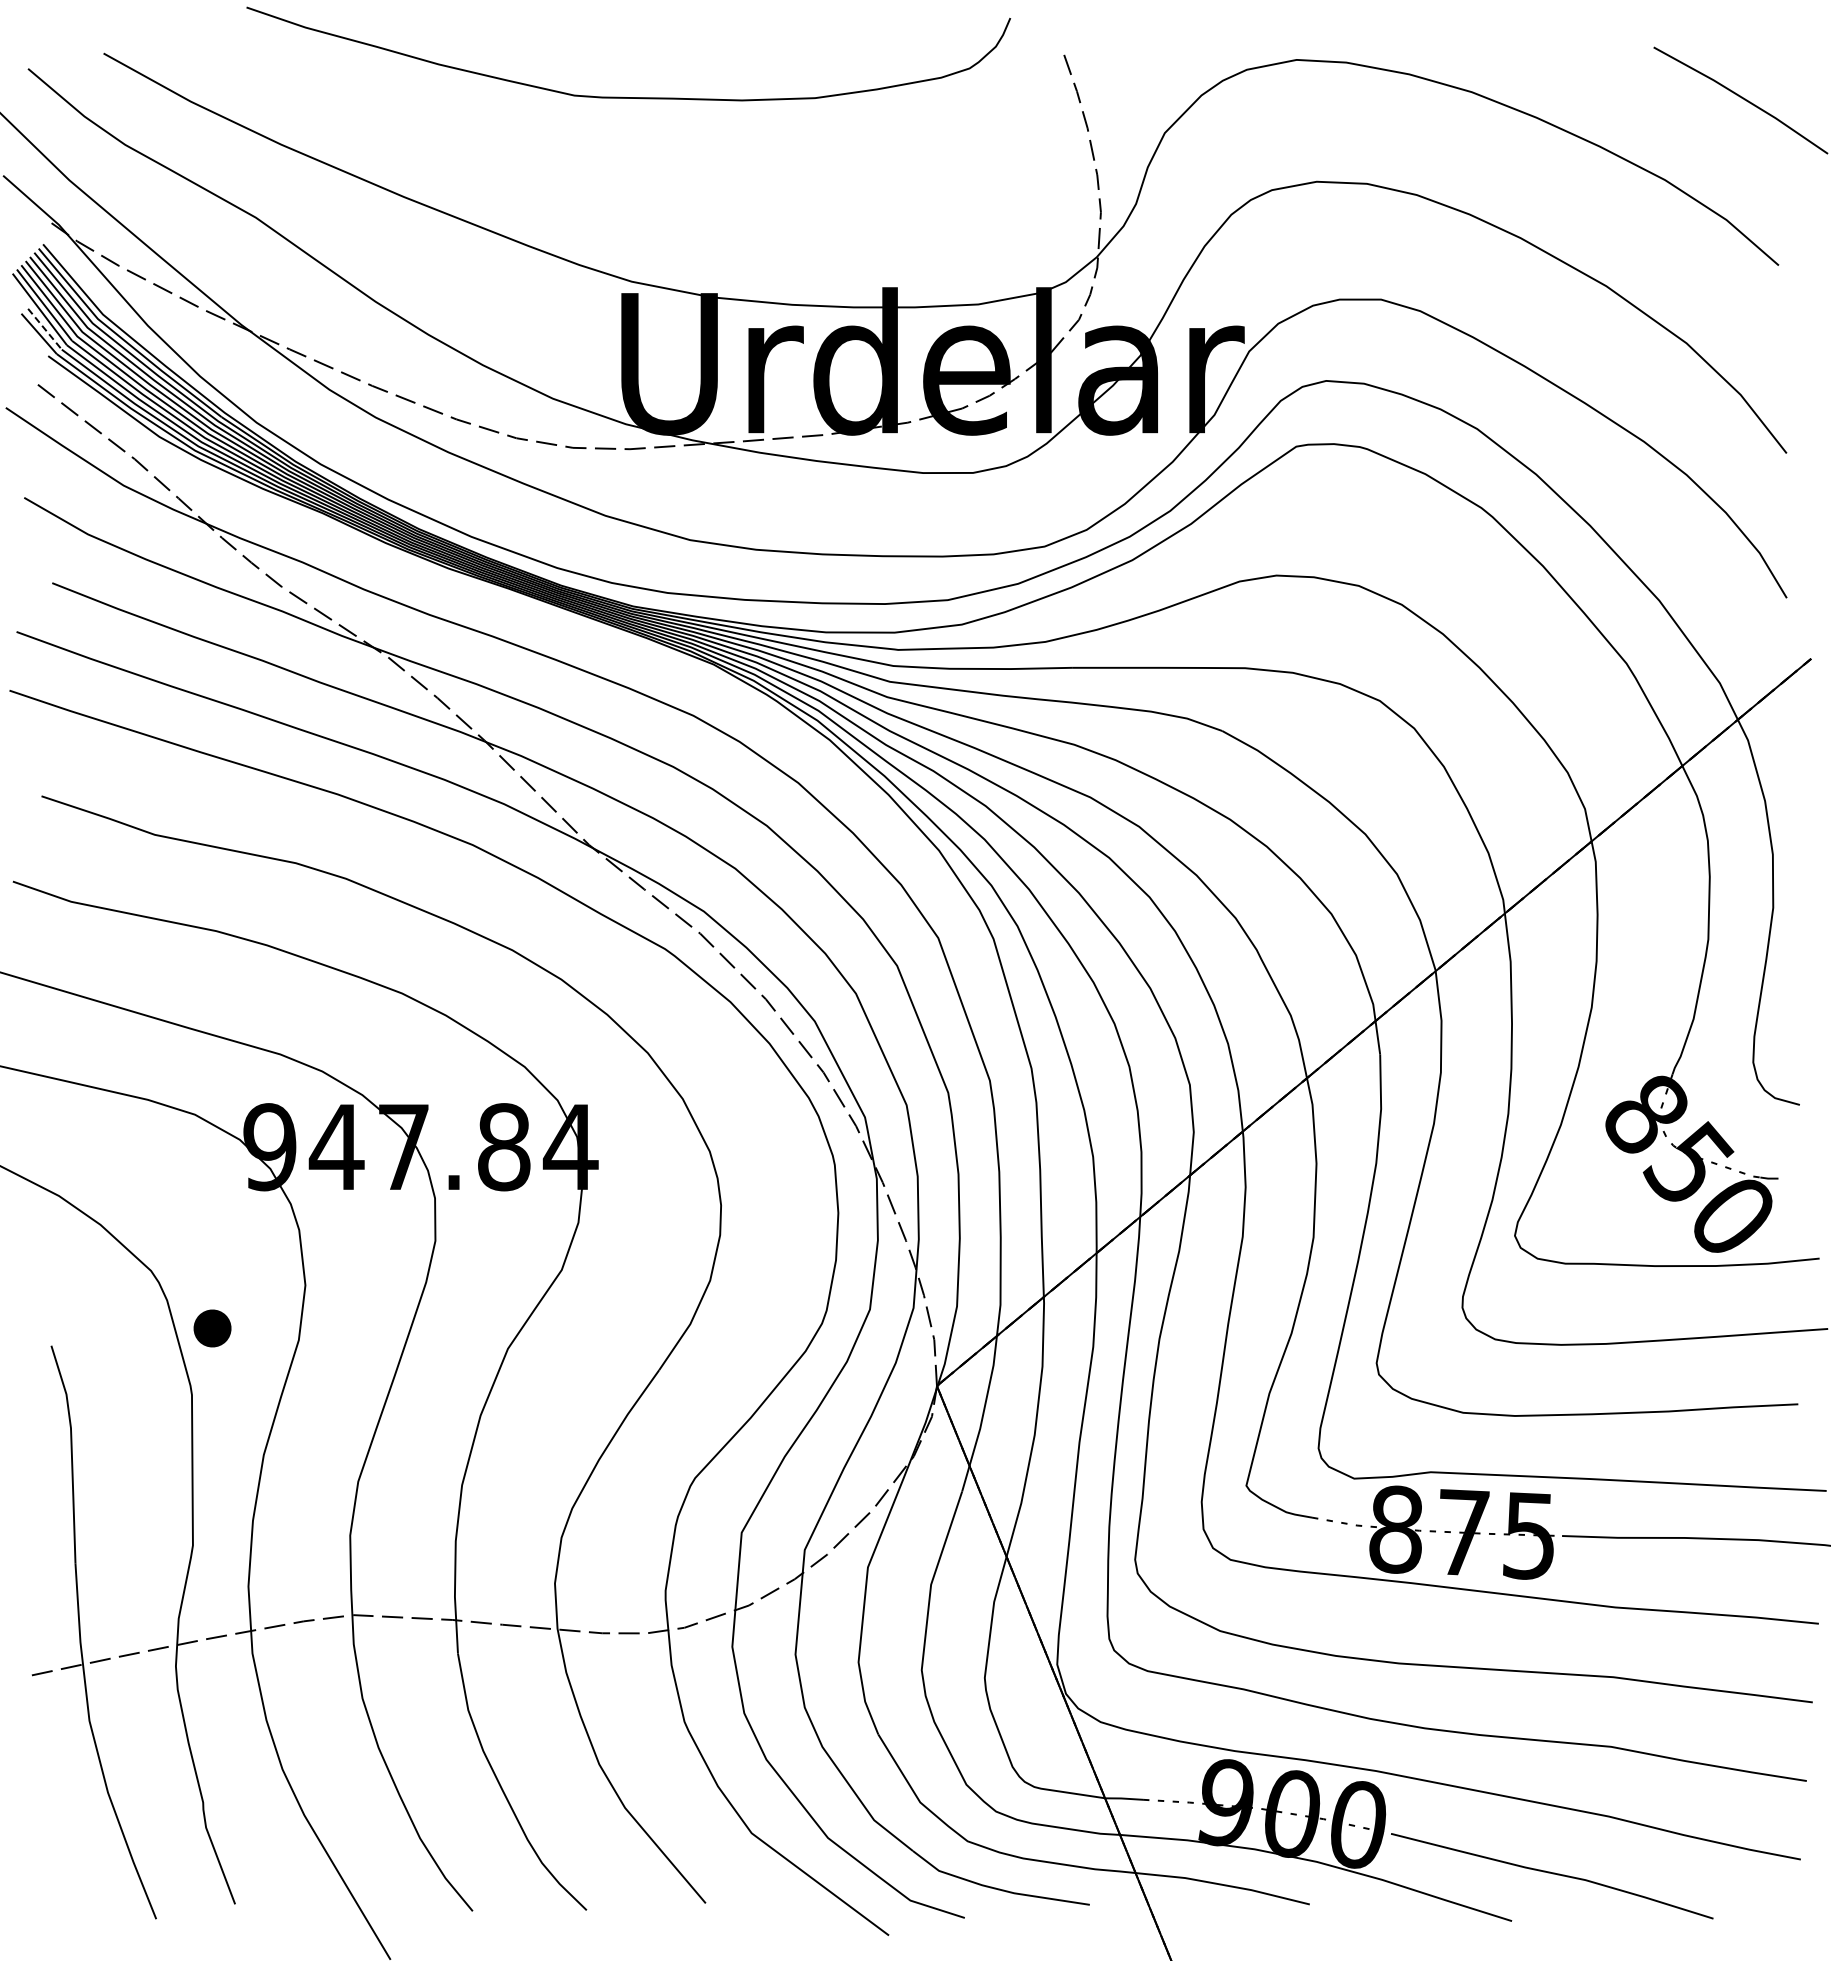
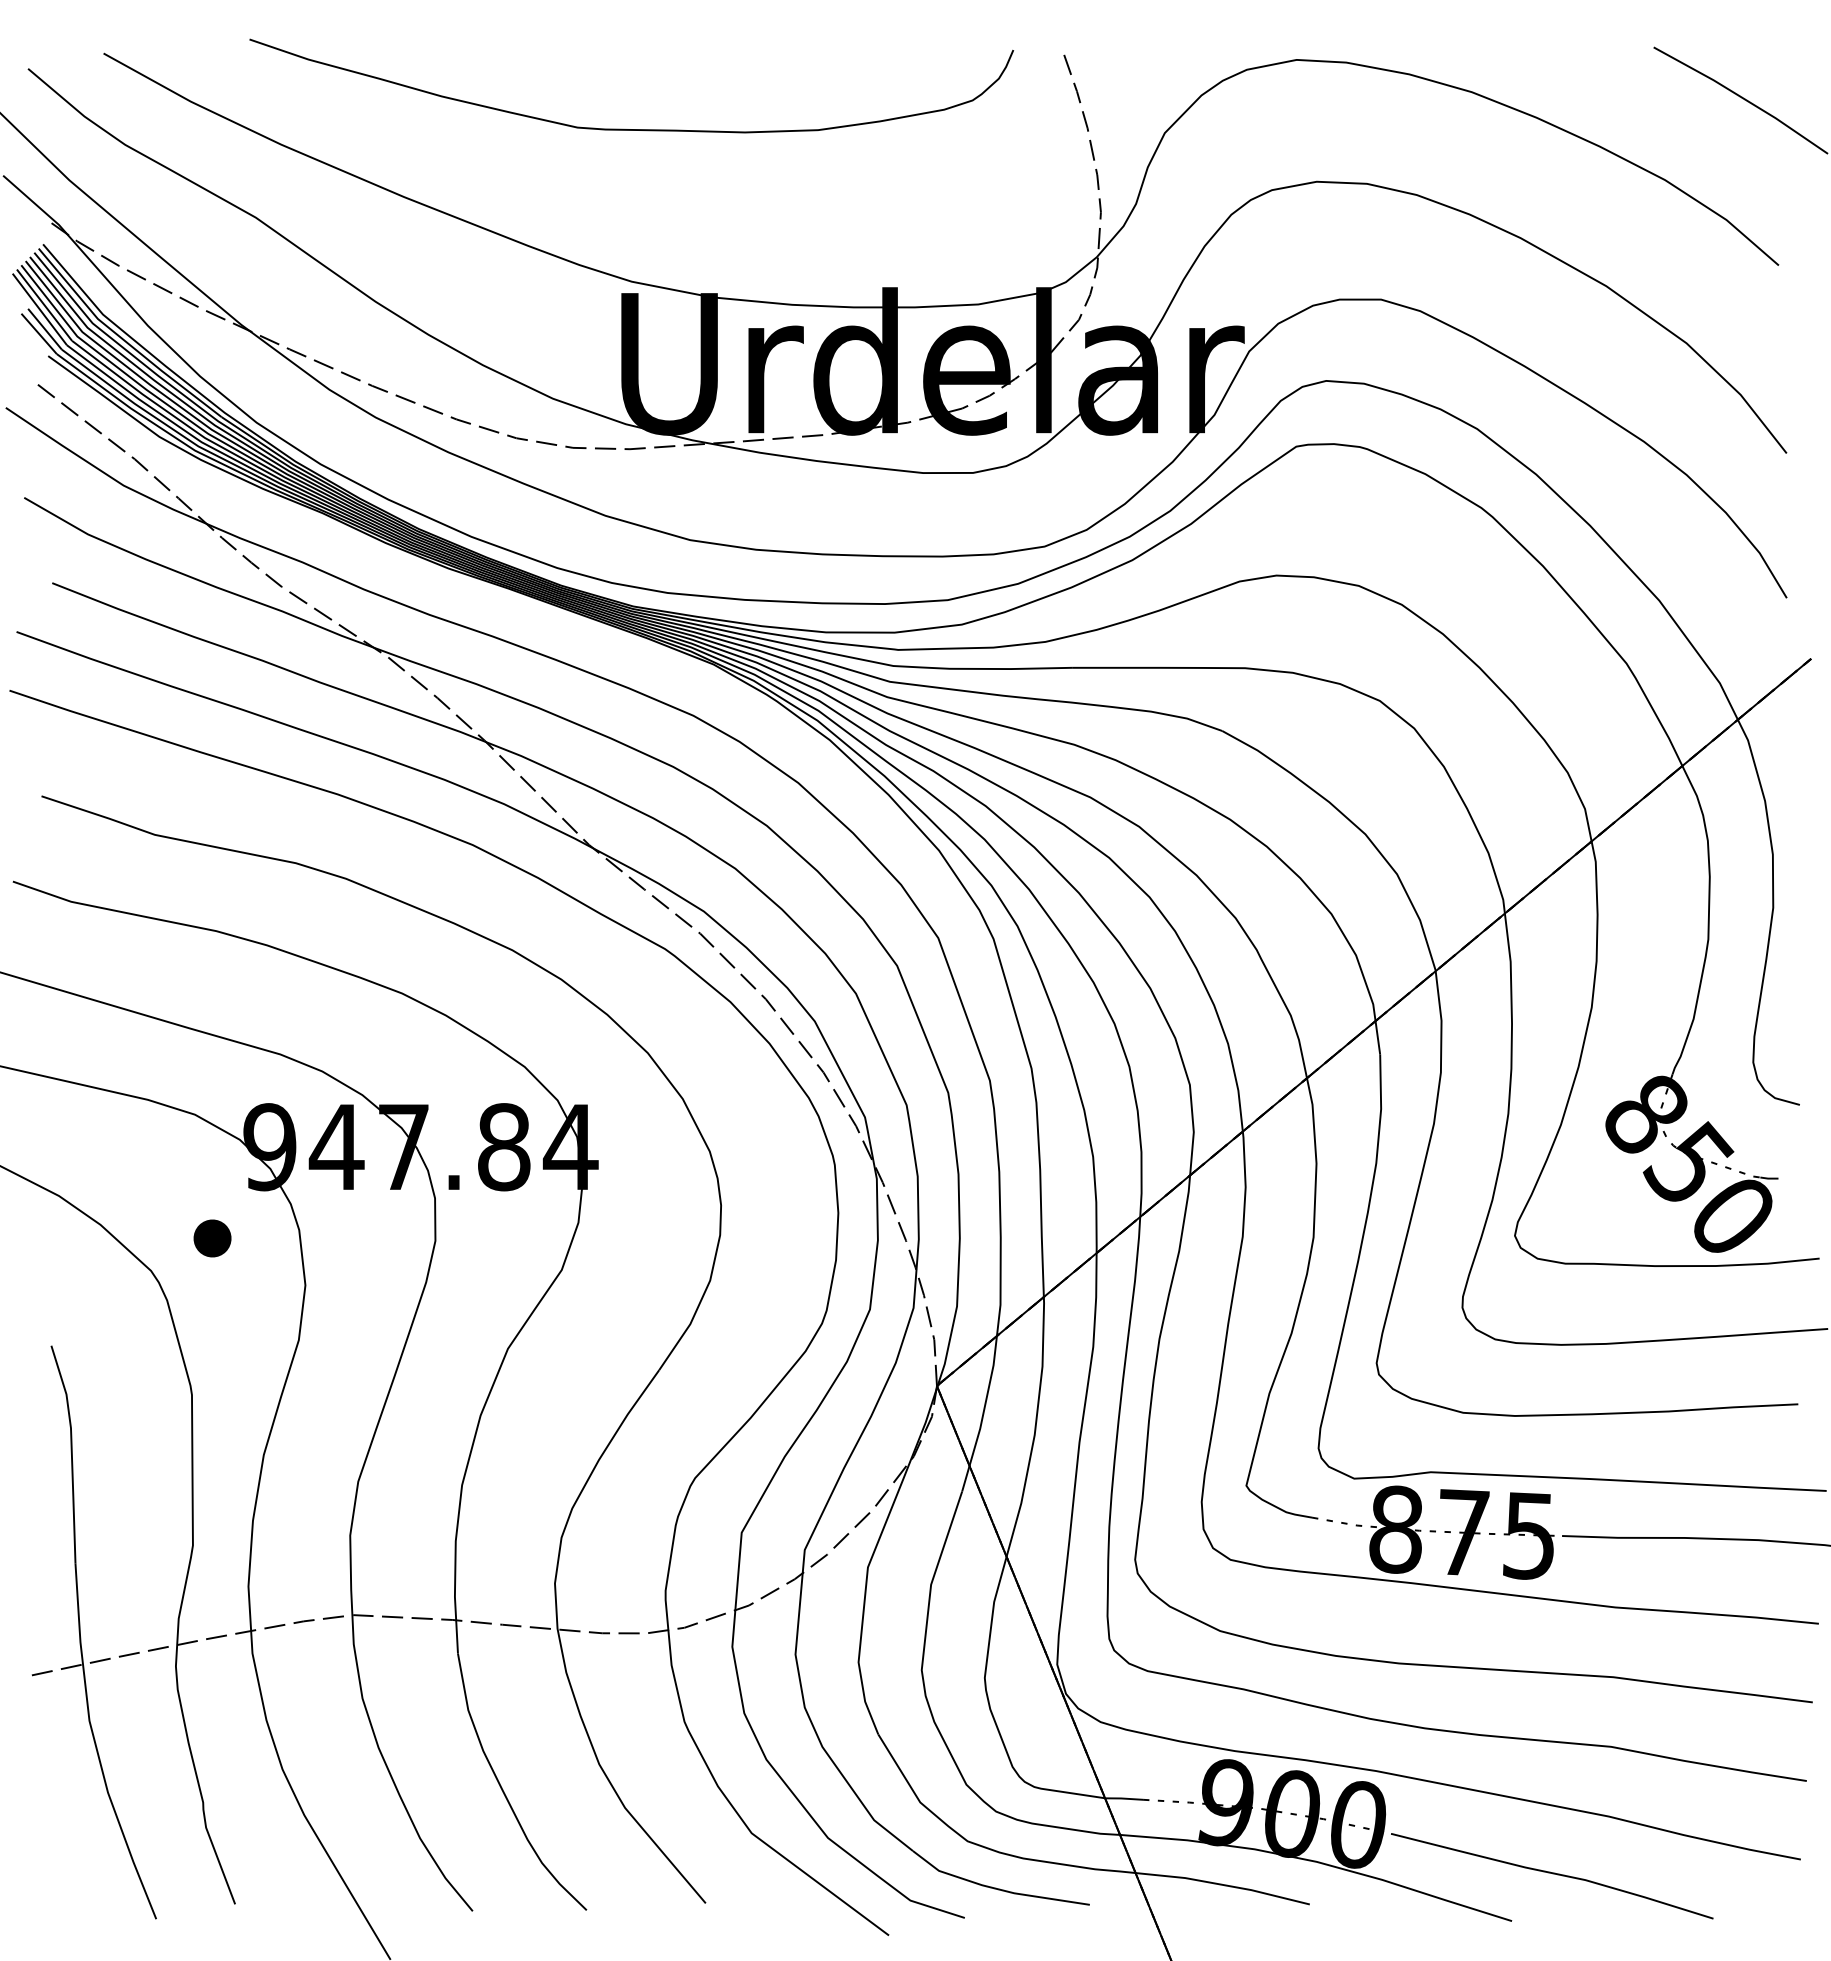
curve at (621, 96) position: (621, 96) -> (624, 128)
line at (45, 329): dashed -> solid
part at (212, 1328) position: (212, 1328) -> (212, 1238)
